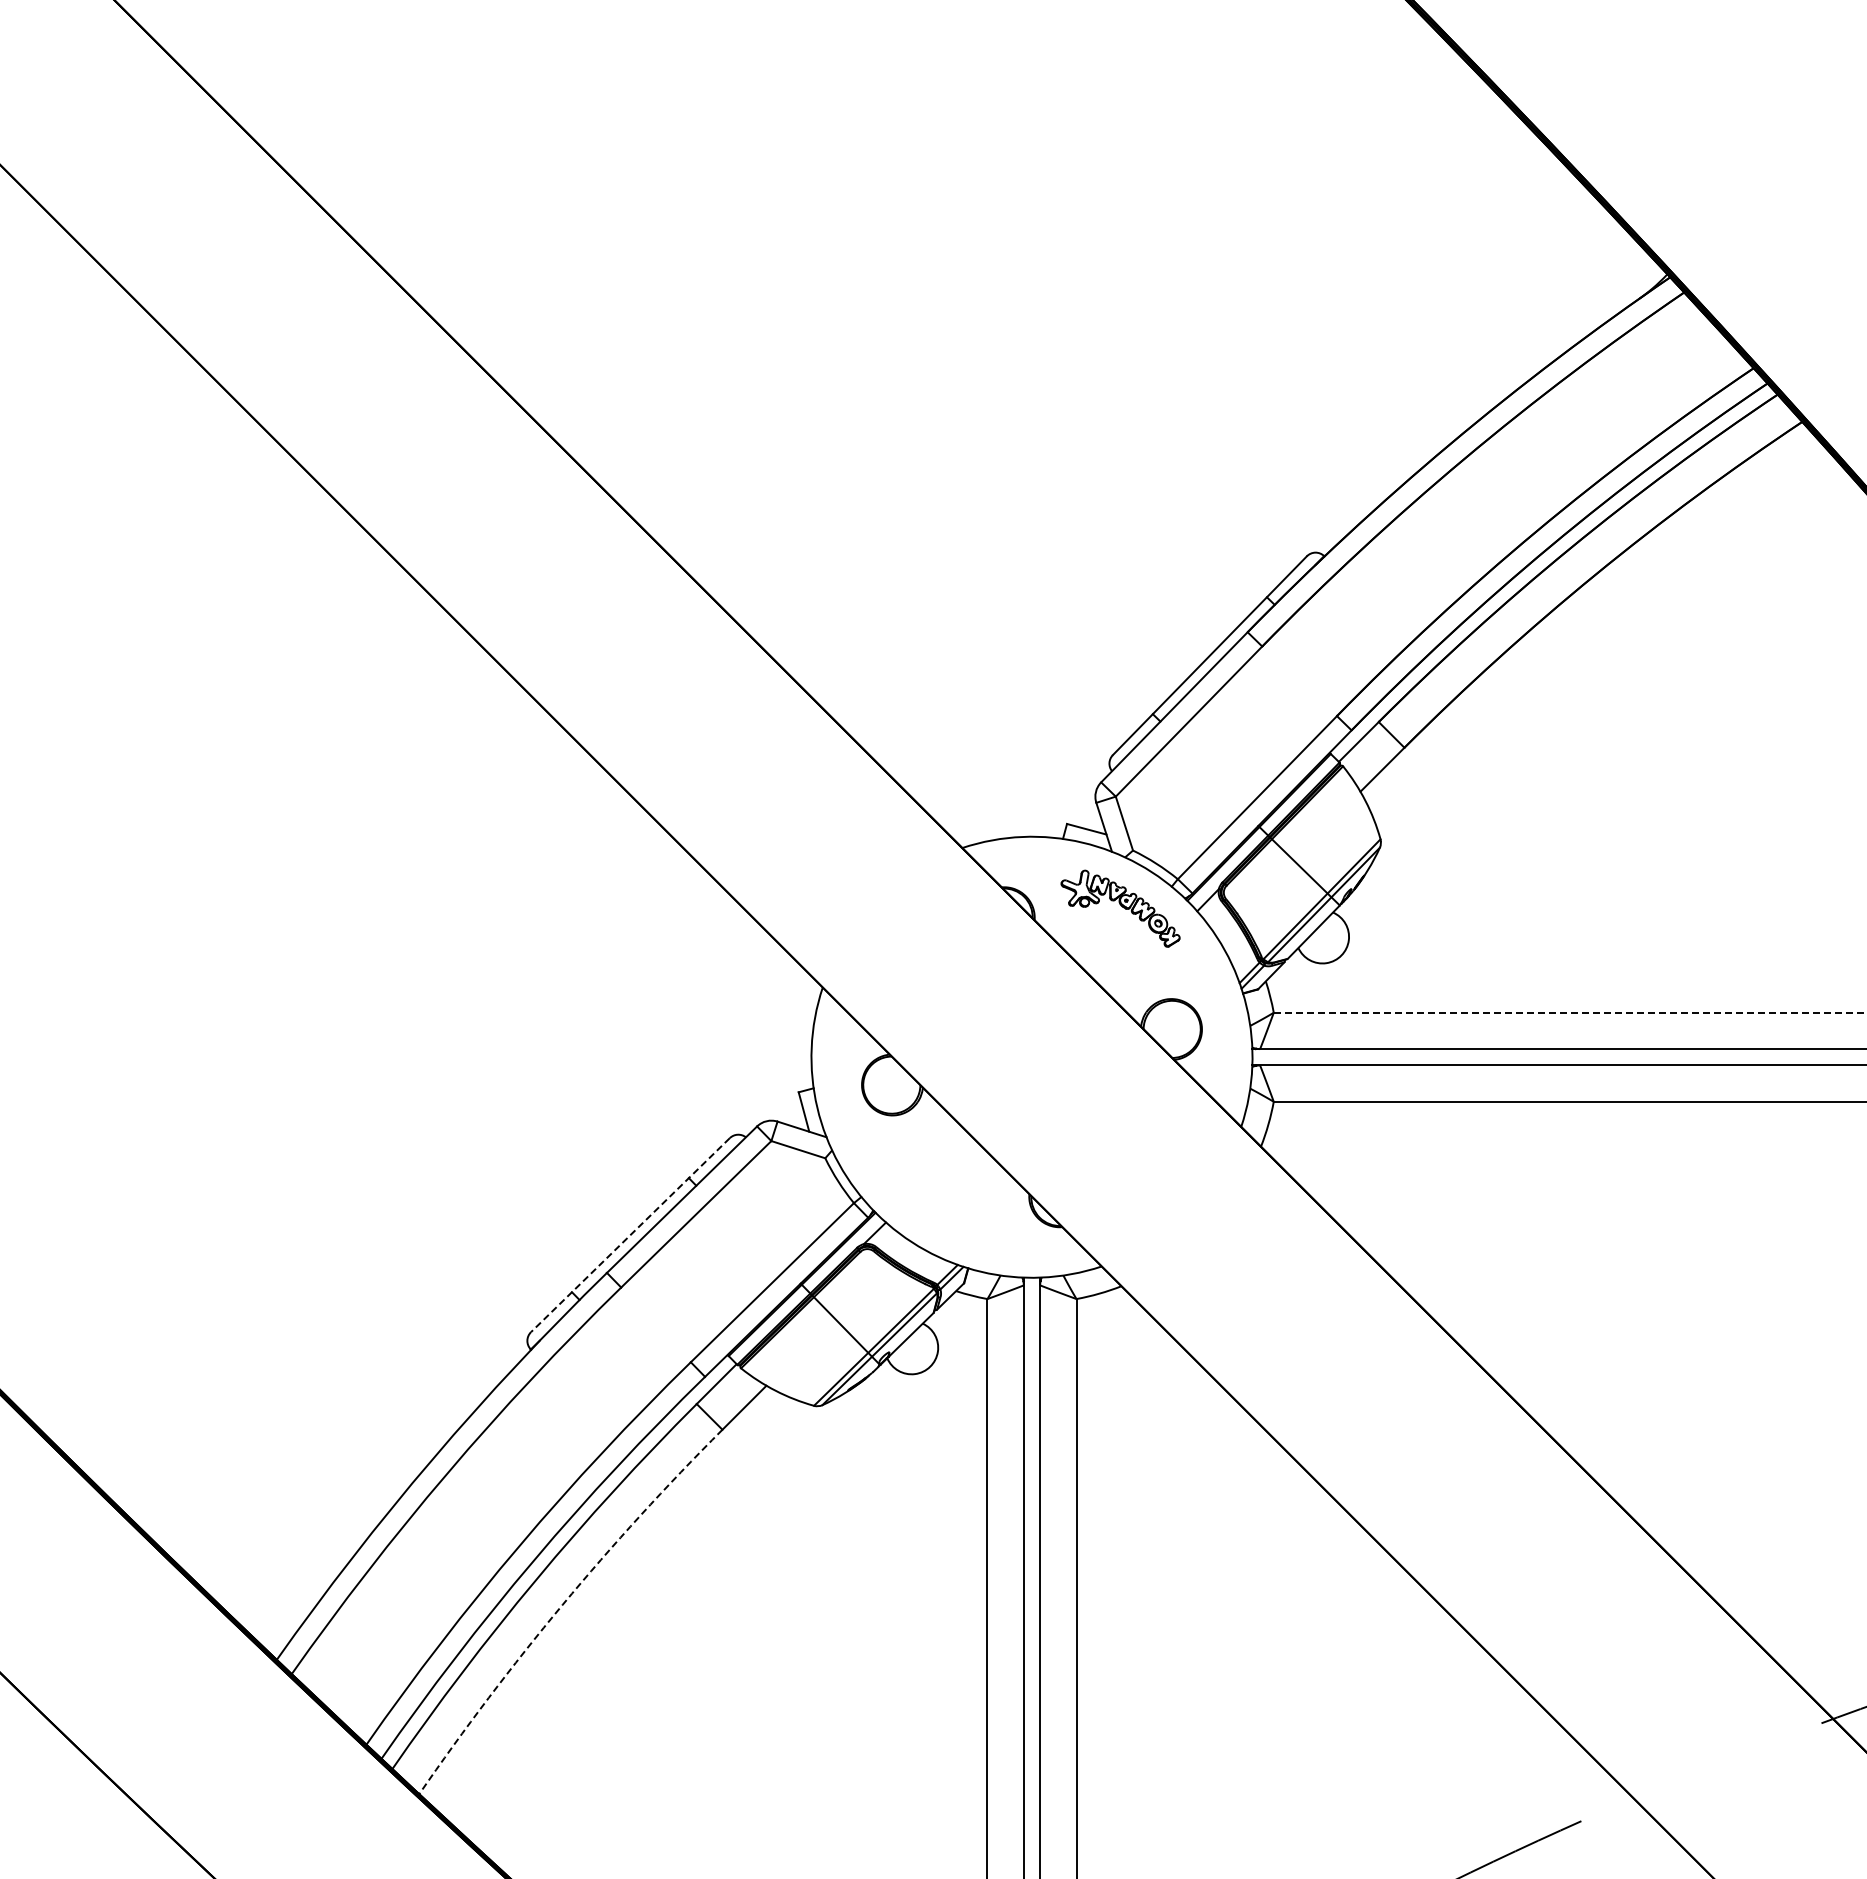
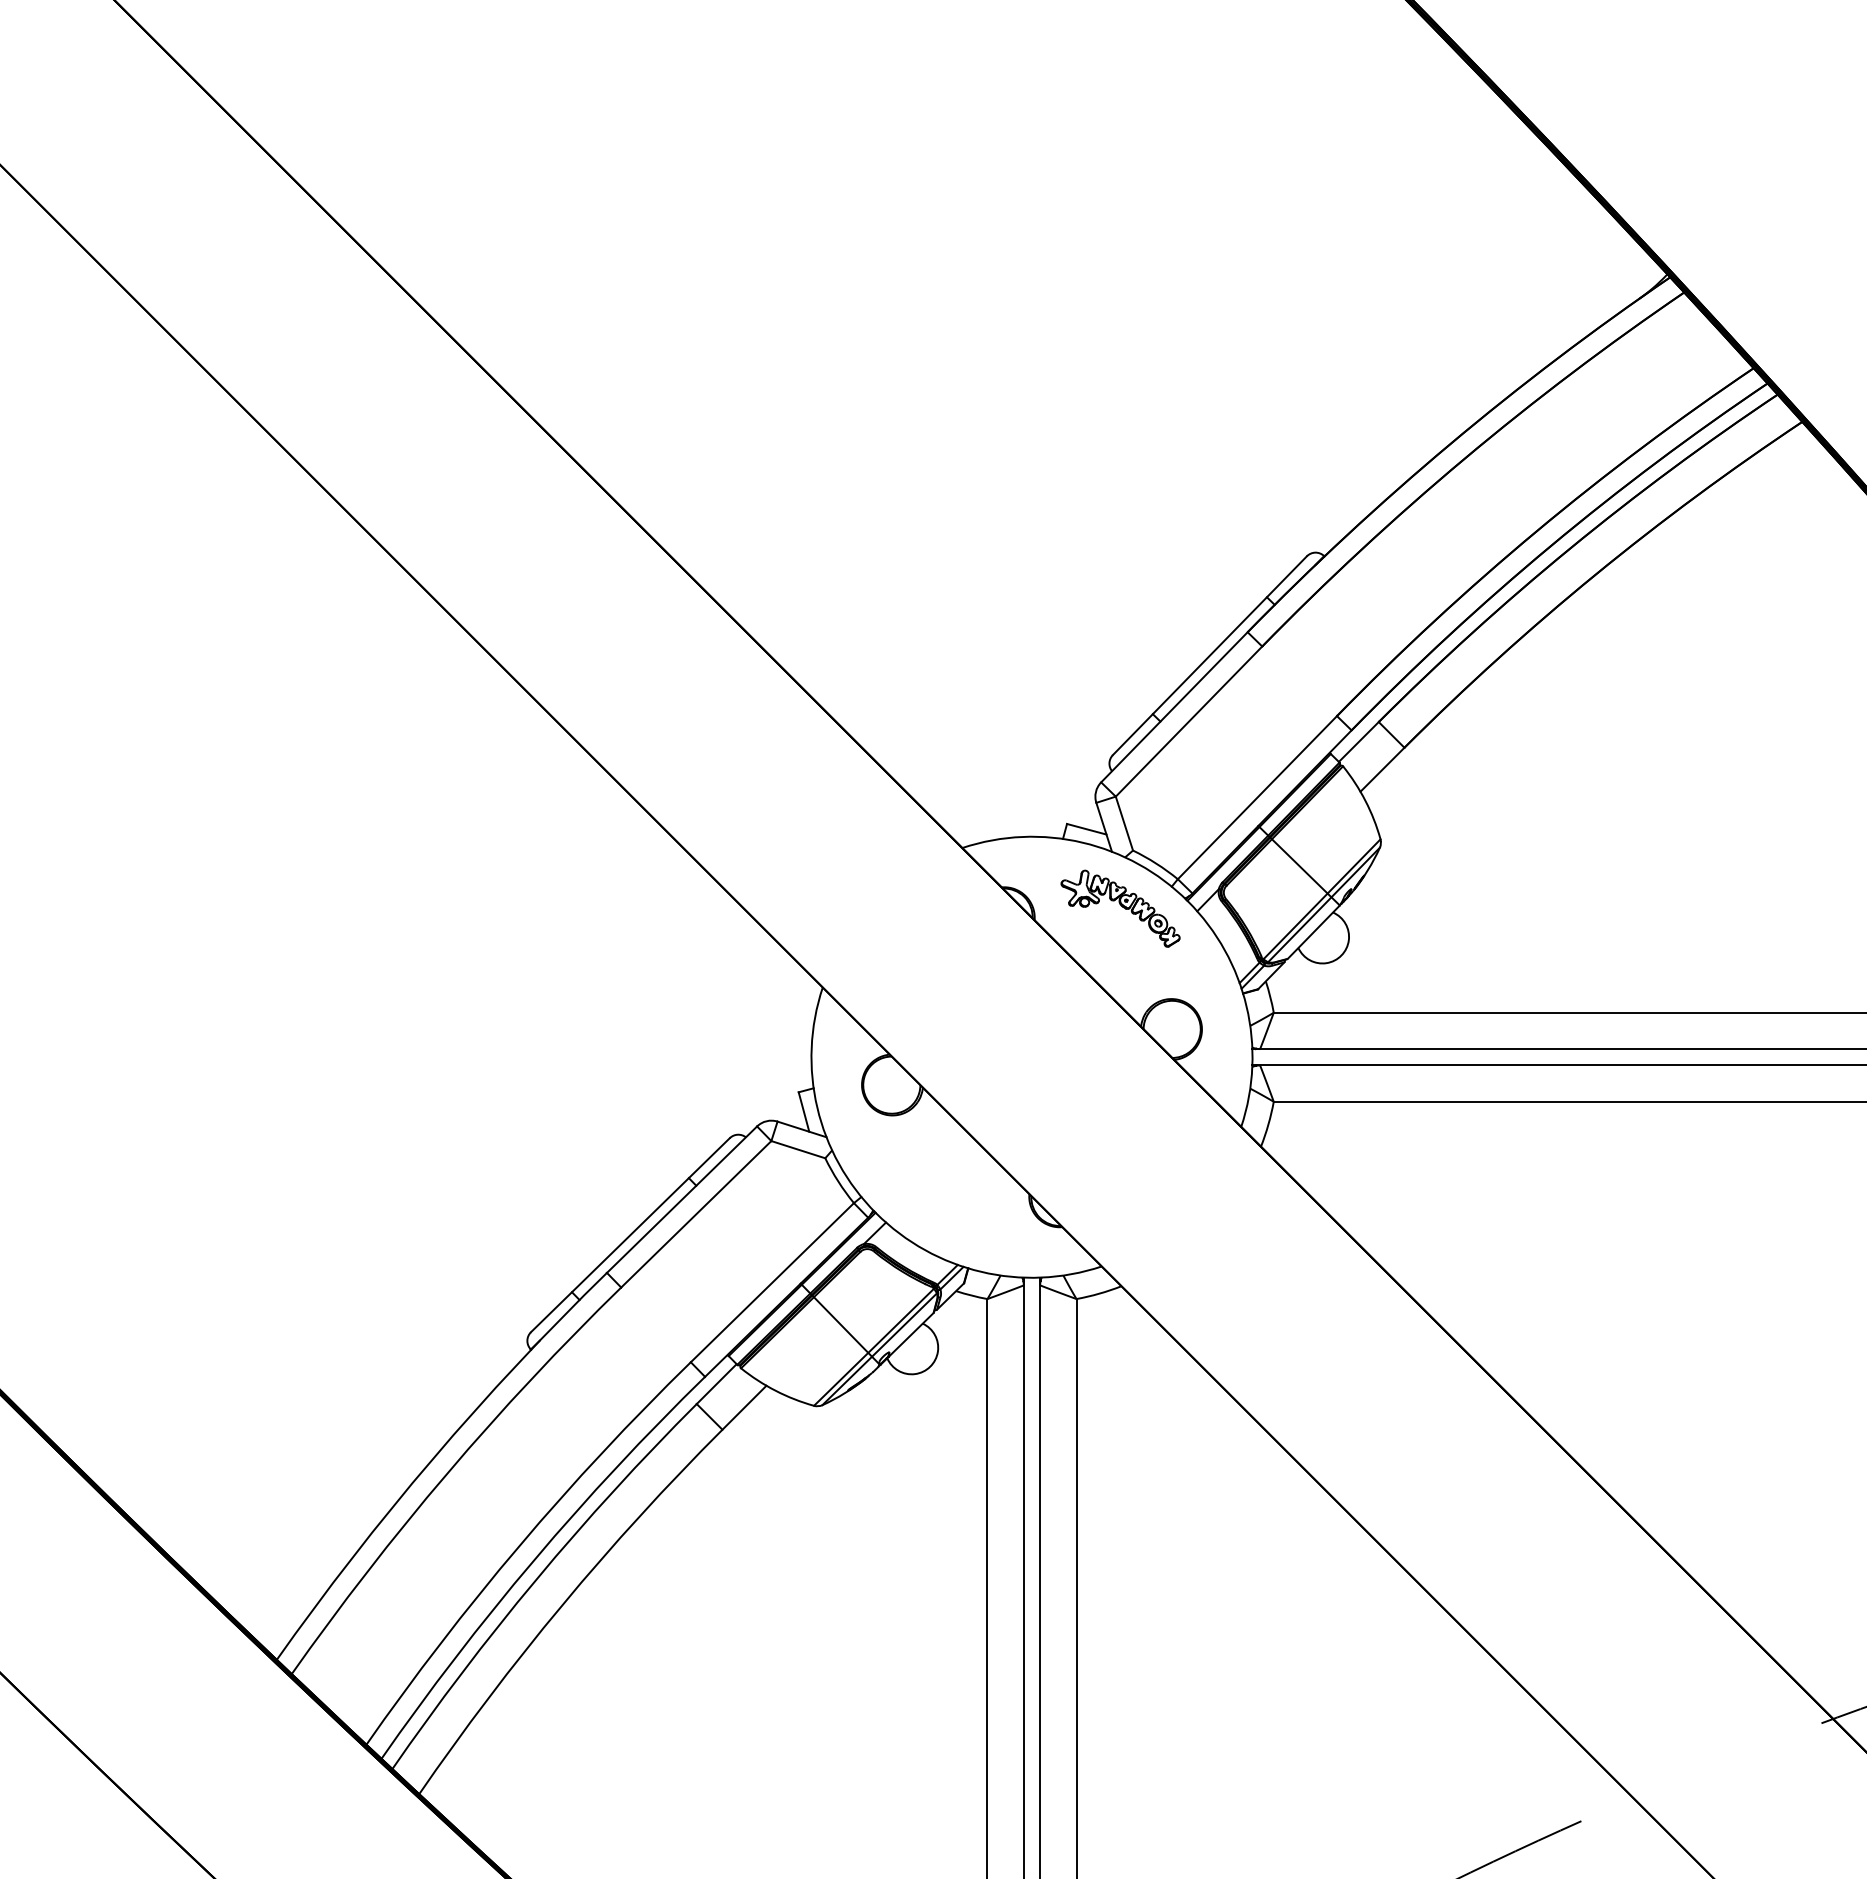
line at (1570, 1012): dashed -> solid
line at (630, 1235): dashed -> solid
arc at (562, 1605): dashed -> solid
